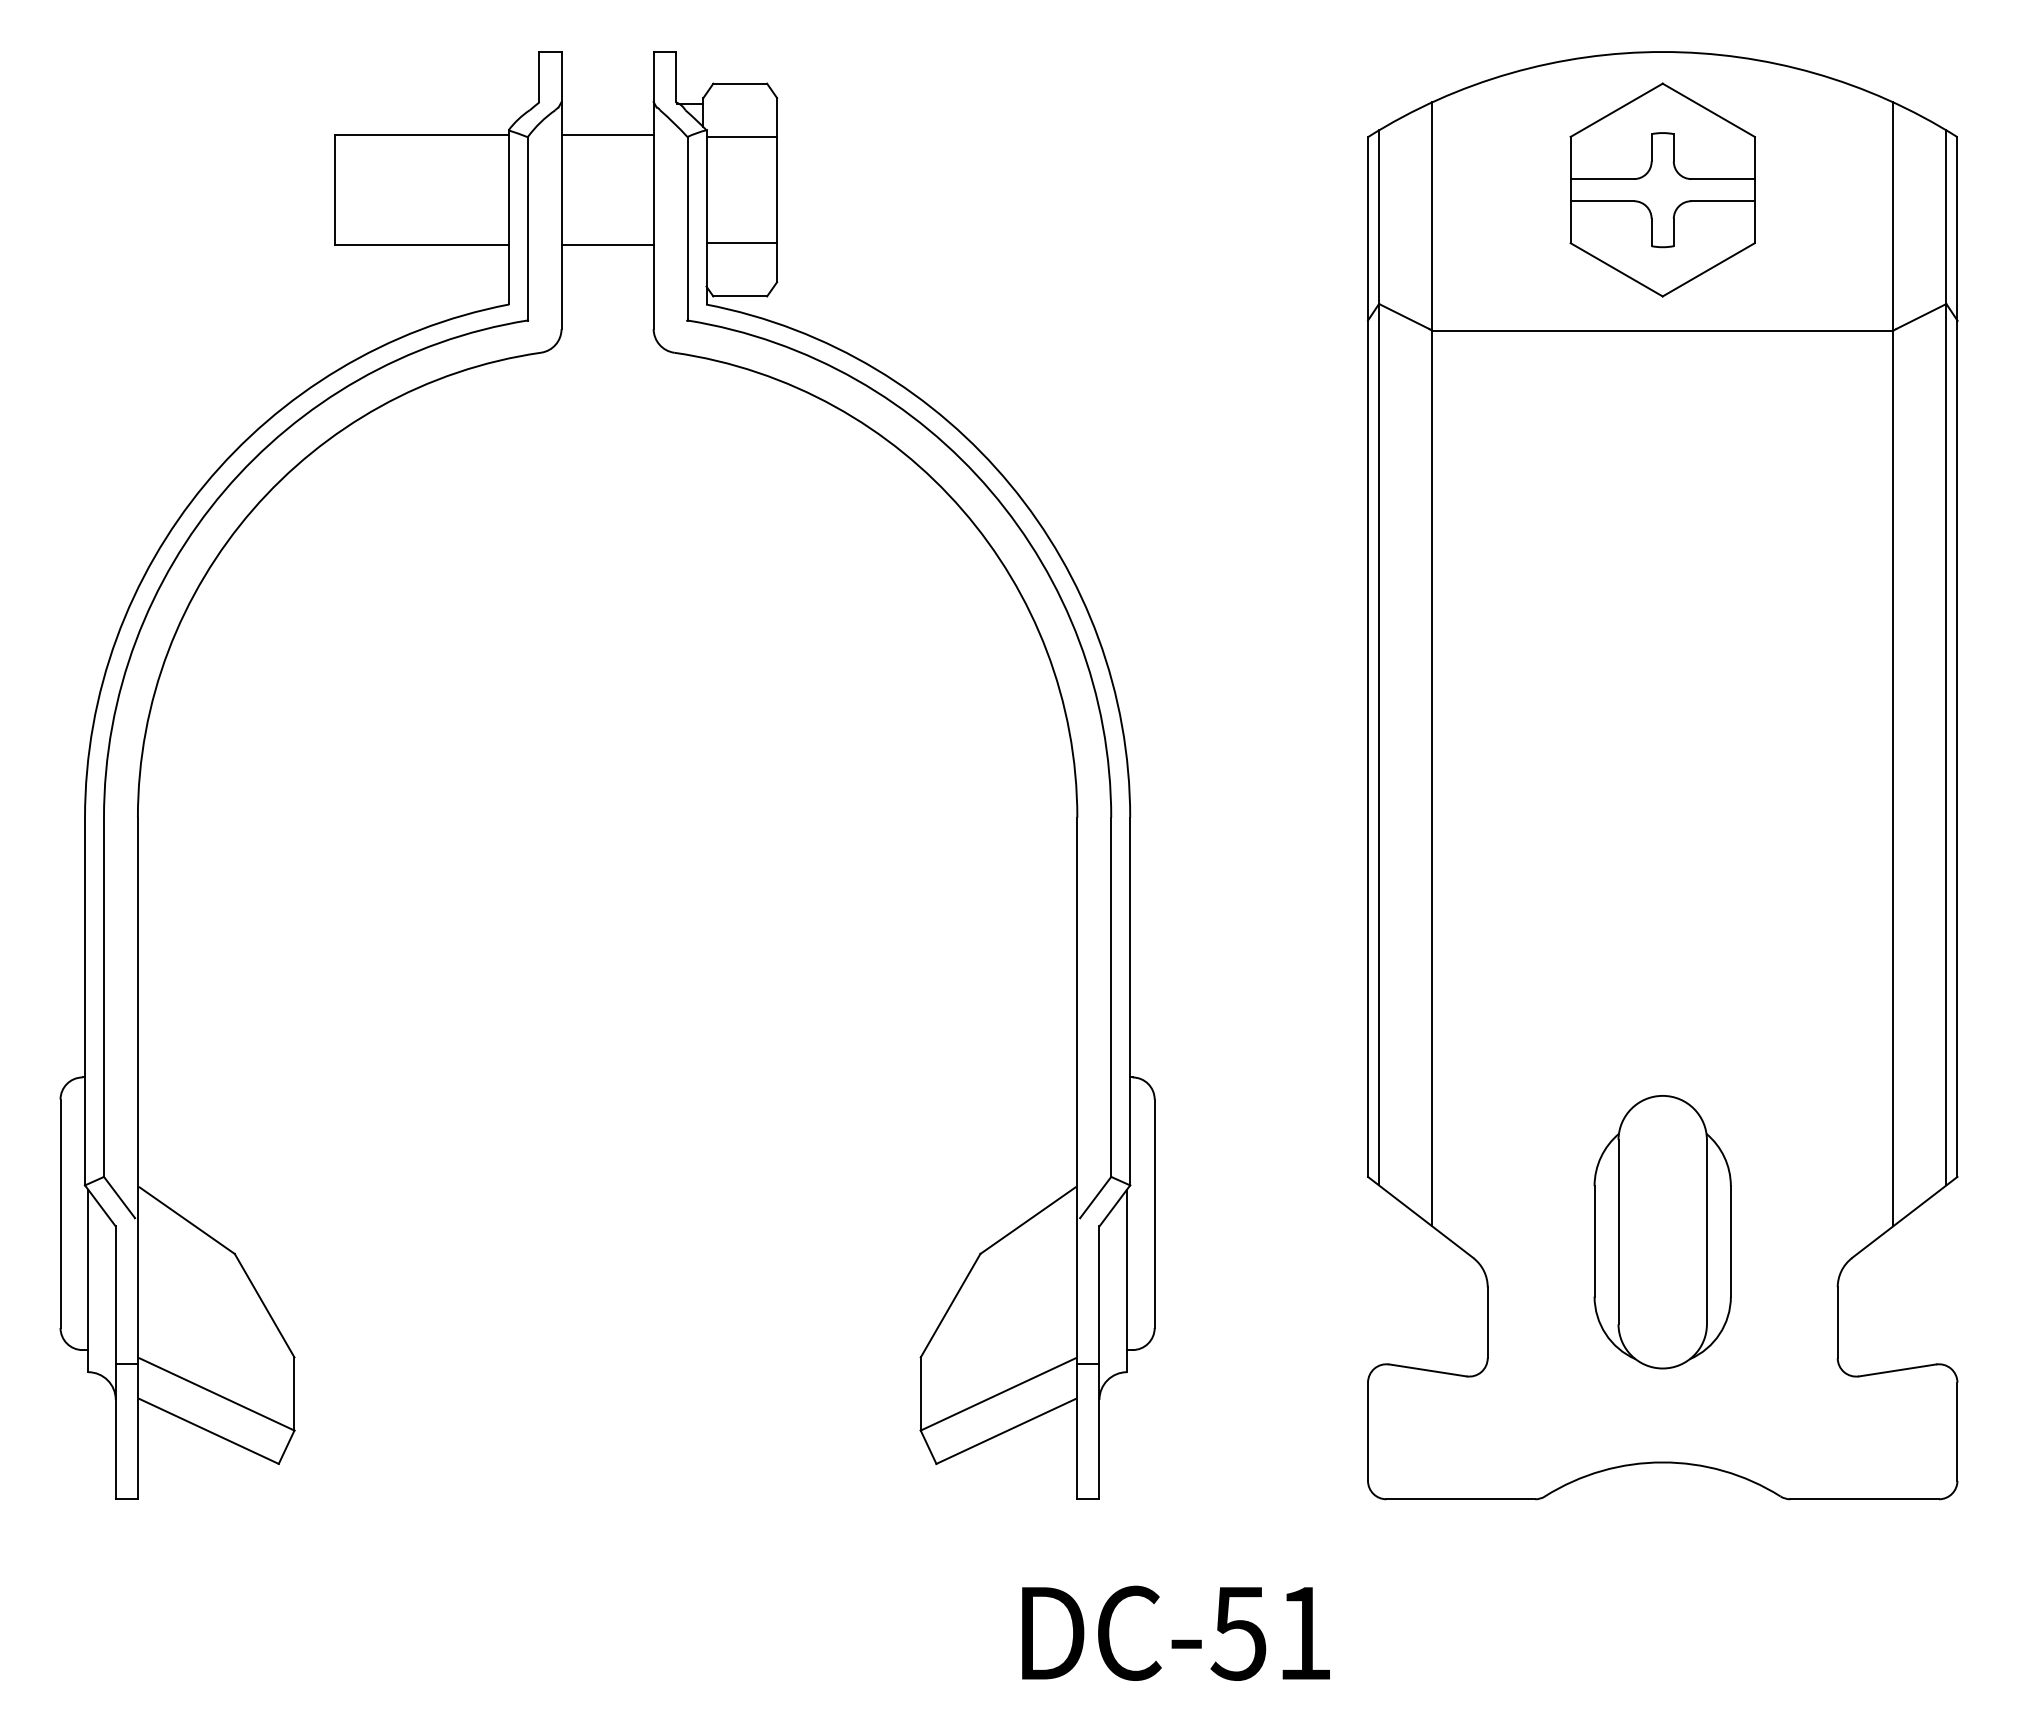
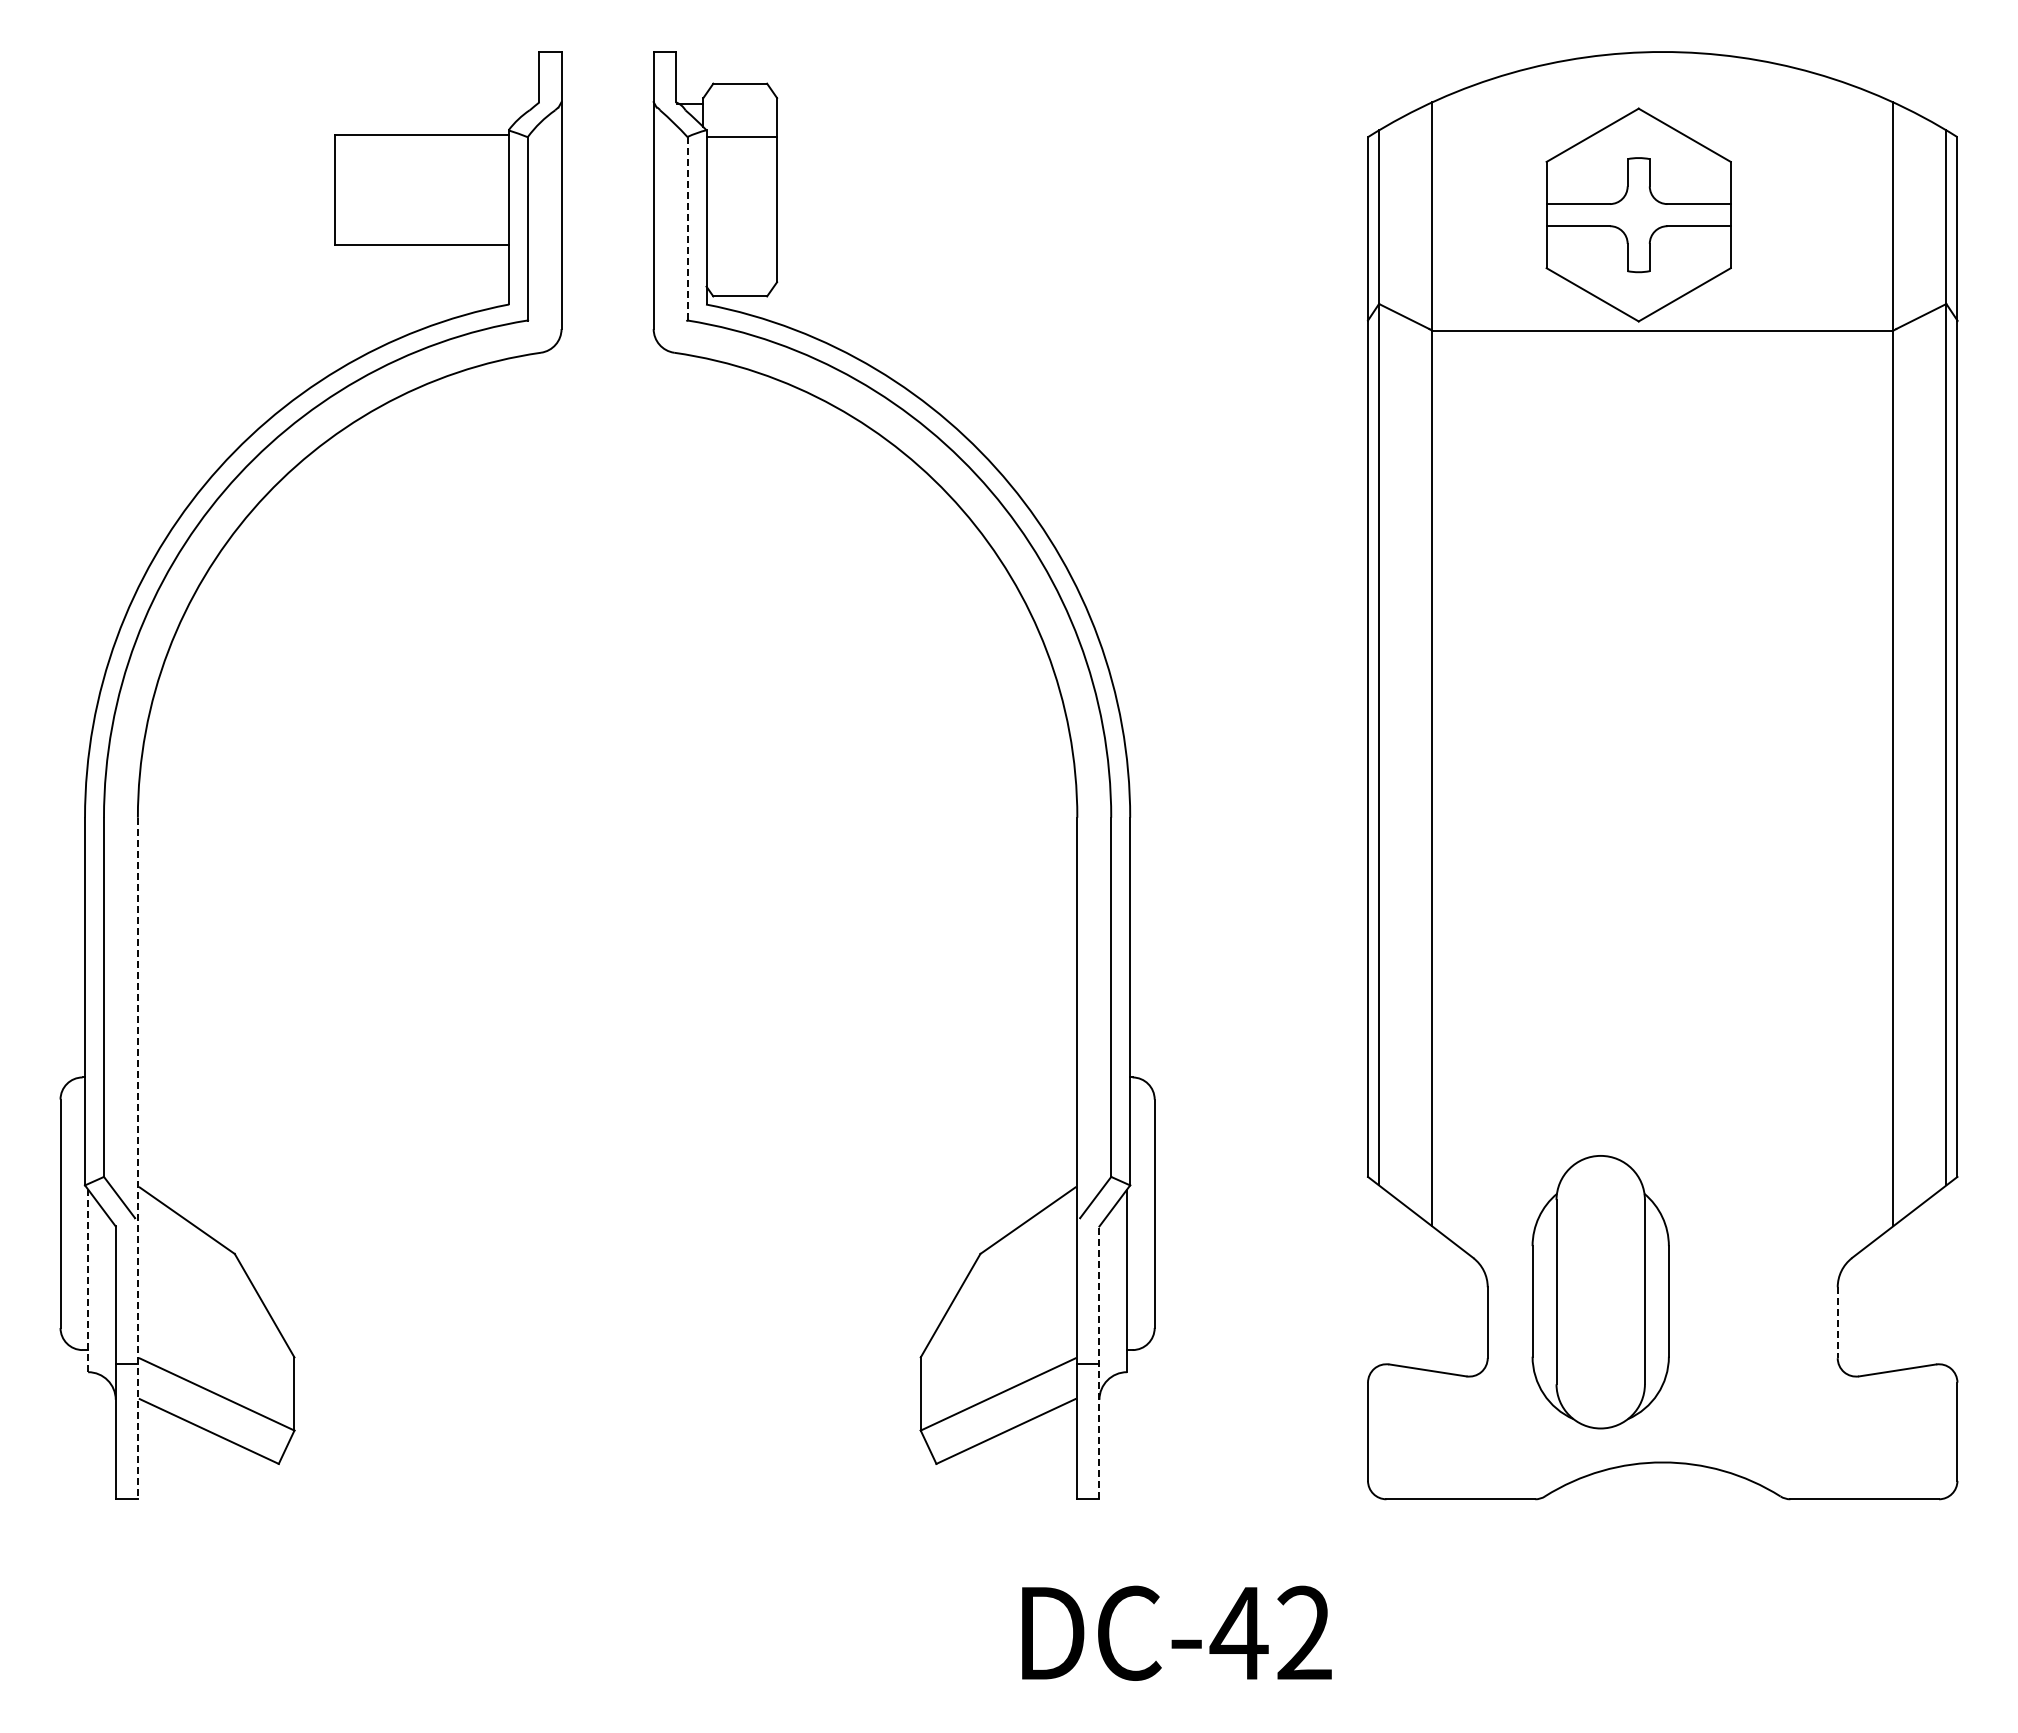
line at (607, 134): present -> none
part at (1662, 189) position: (1662, 189) -> (1638, 214)
line at (687, 228): solid -> dashed
line at (741, 243): present -> none
line at (607, 245): present -> none
line at (137, 1158): solid -> dashed
part at (1662, 1232) position: (1662, 1232) -> (1600, 1292)
line at (88, 1280): solid -> dashed
line at (1837, 1323): solid -> dashed
line at (1099, 1362): solid -> dashed
text at (1270, 1632): DC-51 -> DC-42
